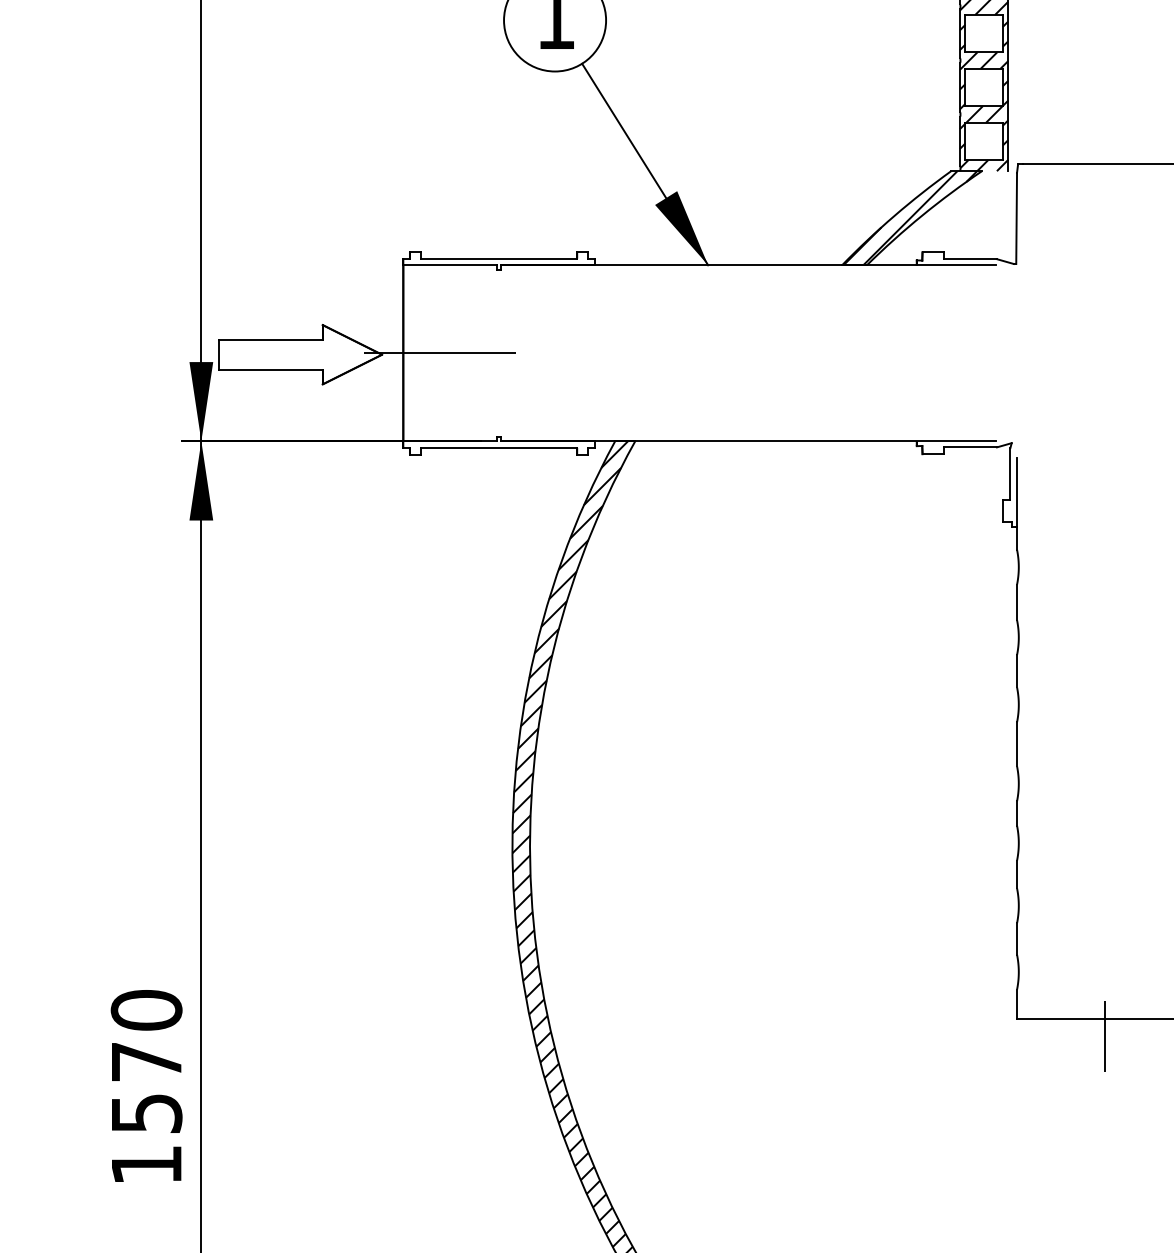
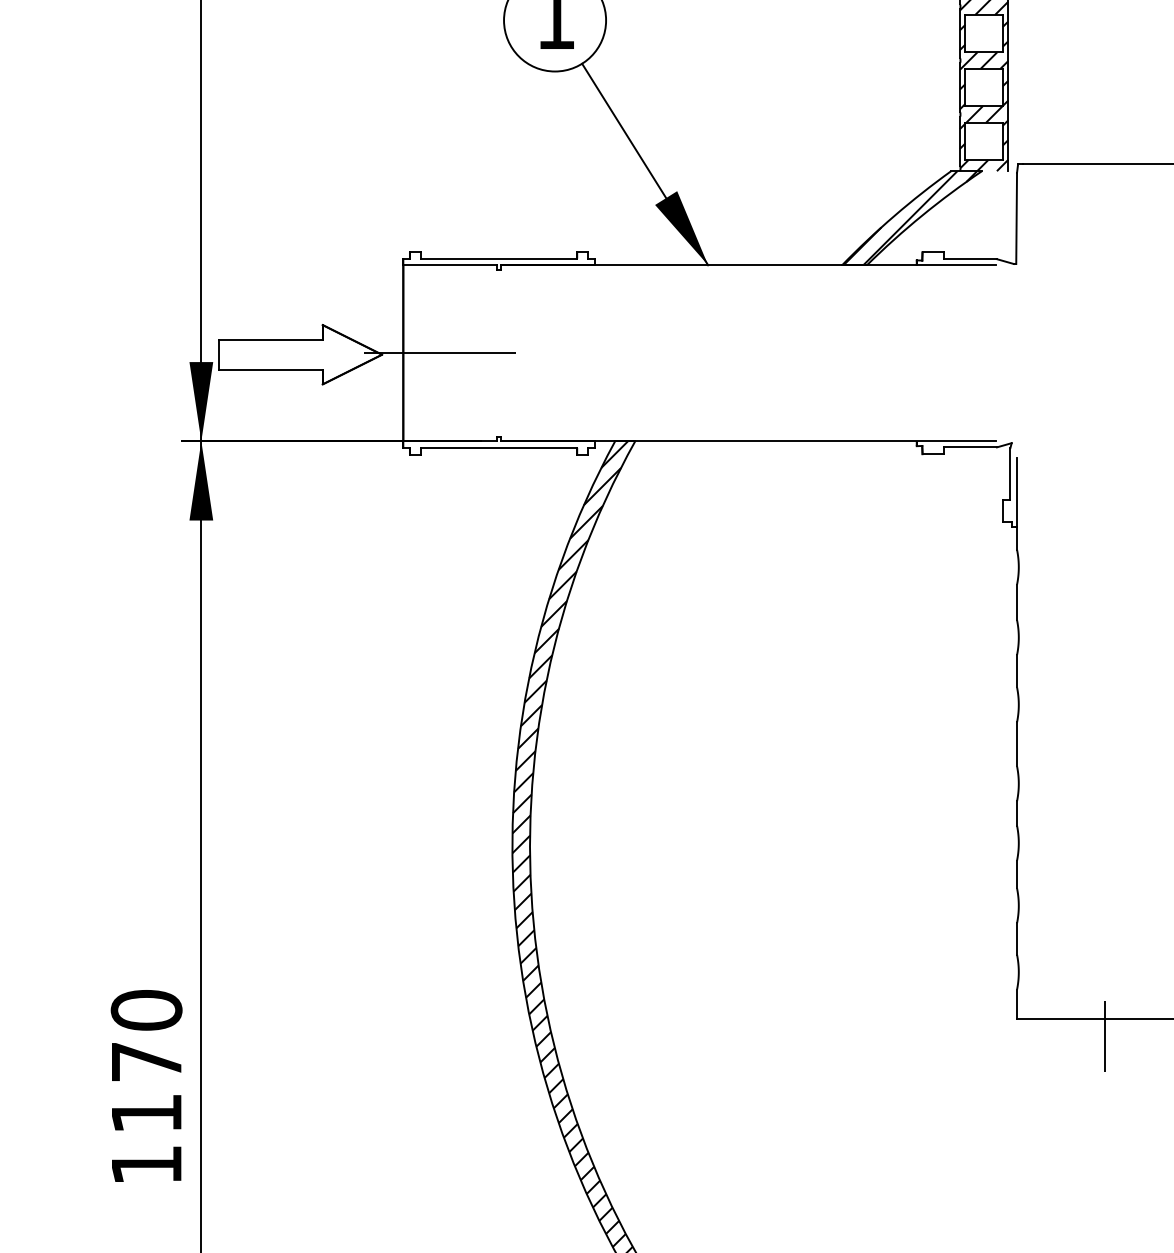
text at (147, 1113): 1570 -> 1170
